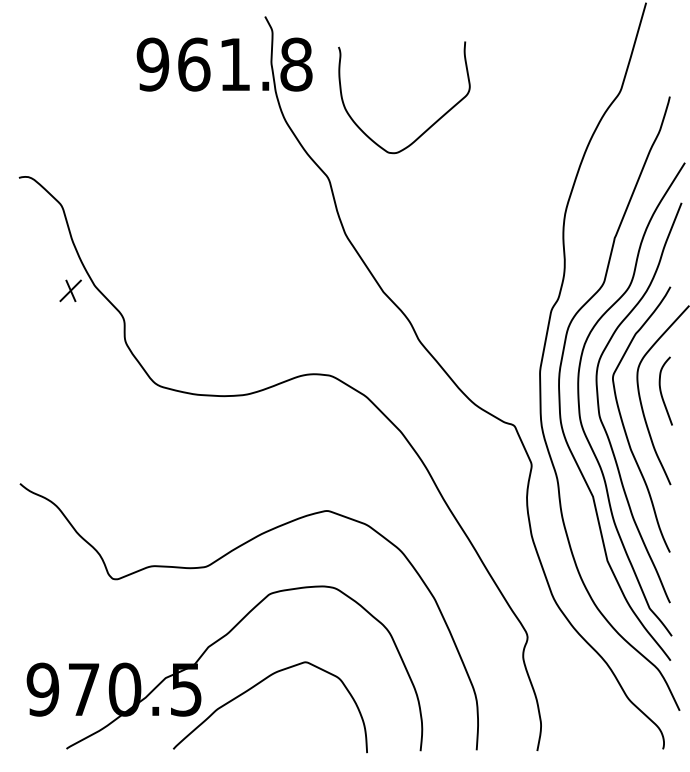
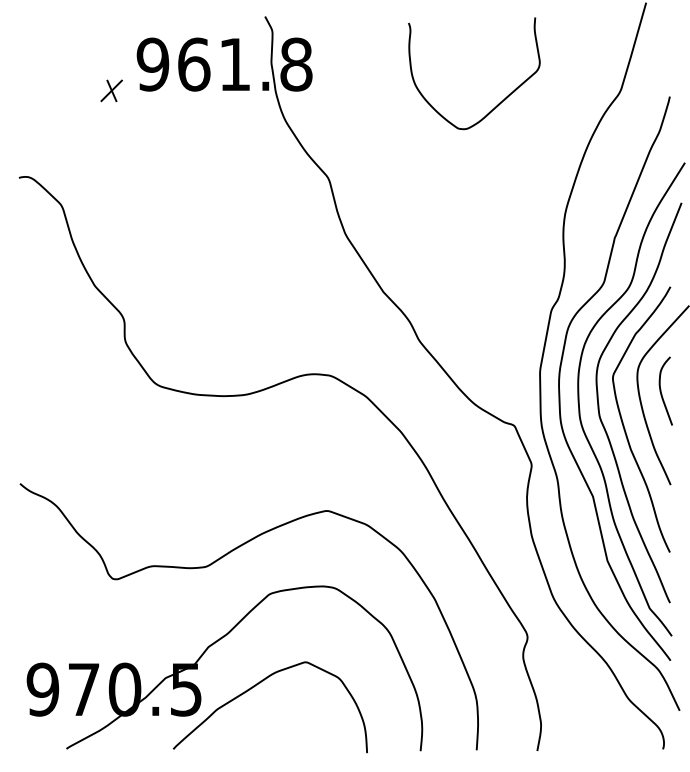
curve at (430, 125) position: (430, 125) -> (500, 101)
part at (70, 290) position: (70, 290) -> (111, 90)
